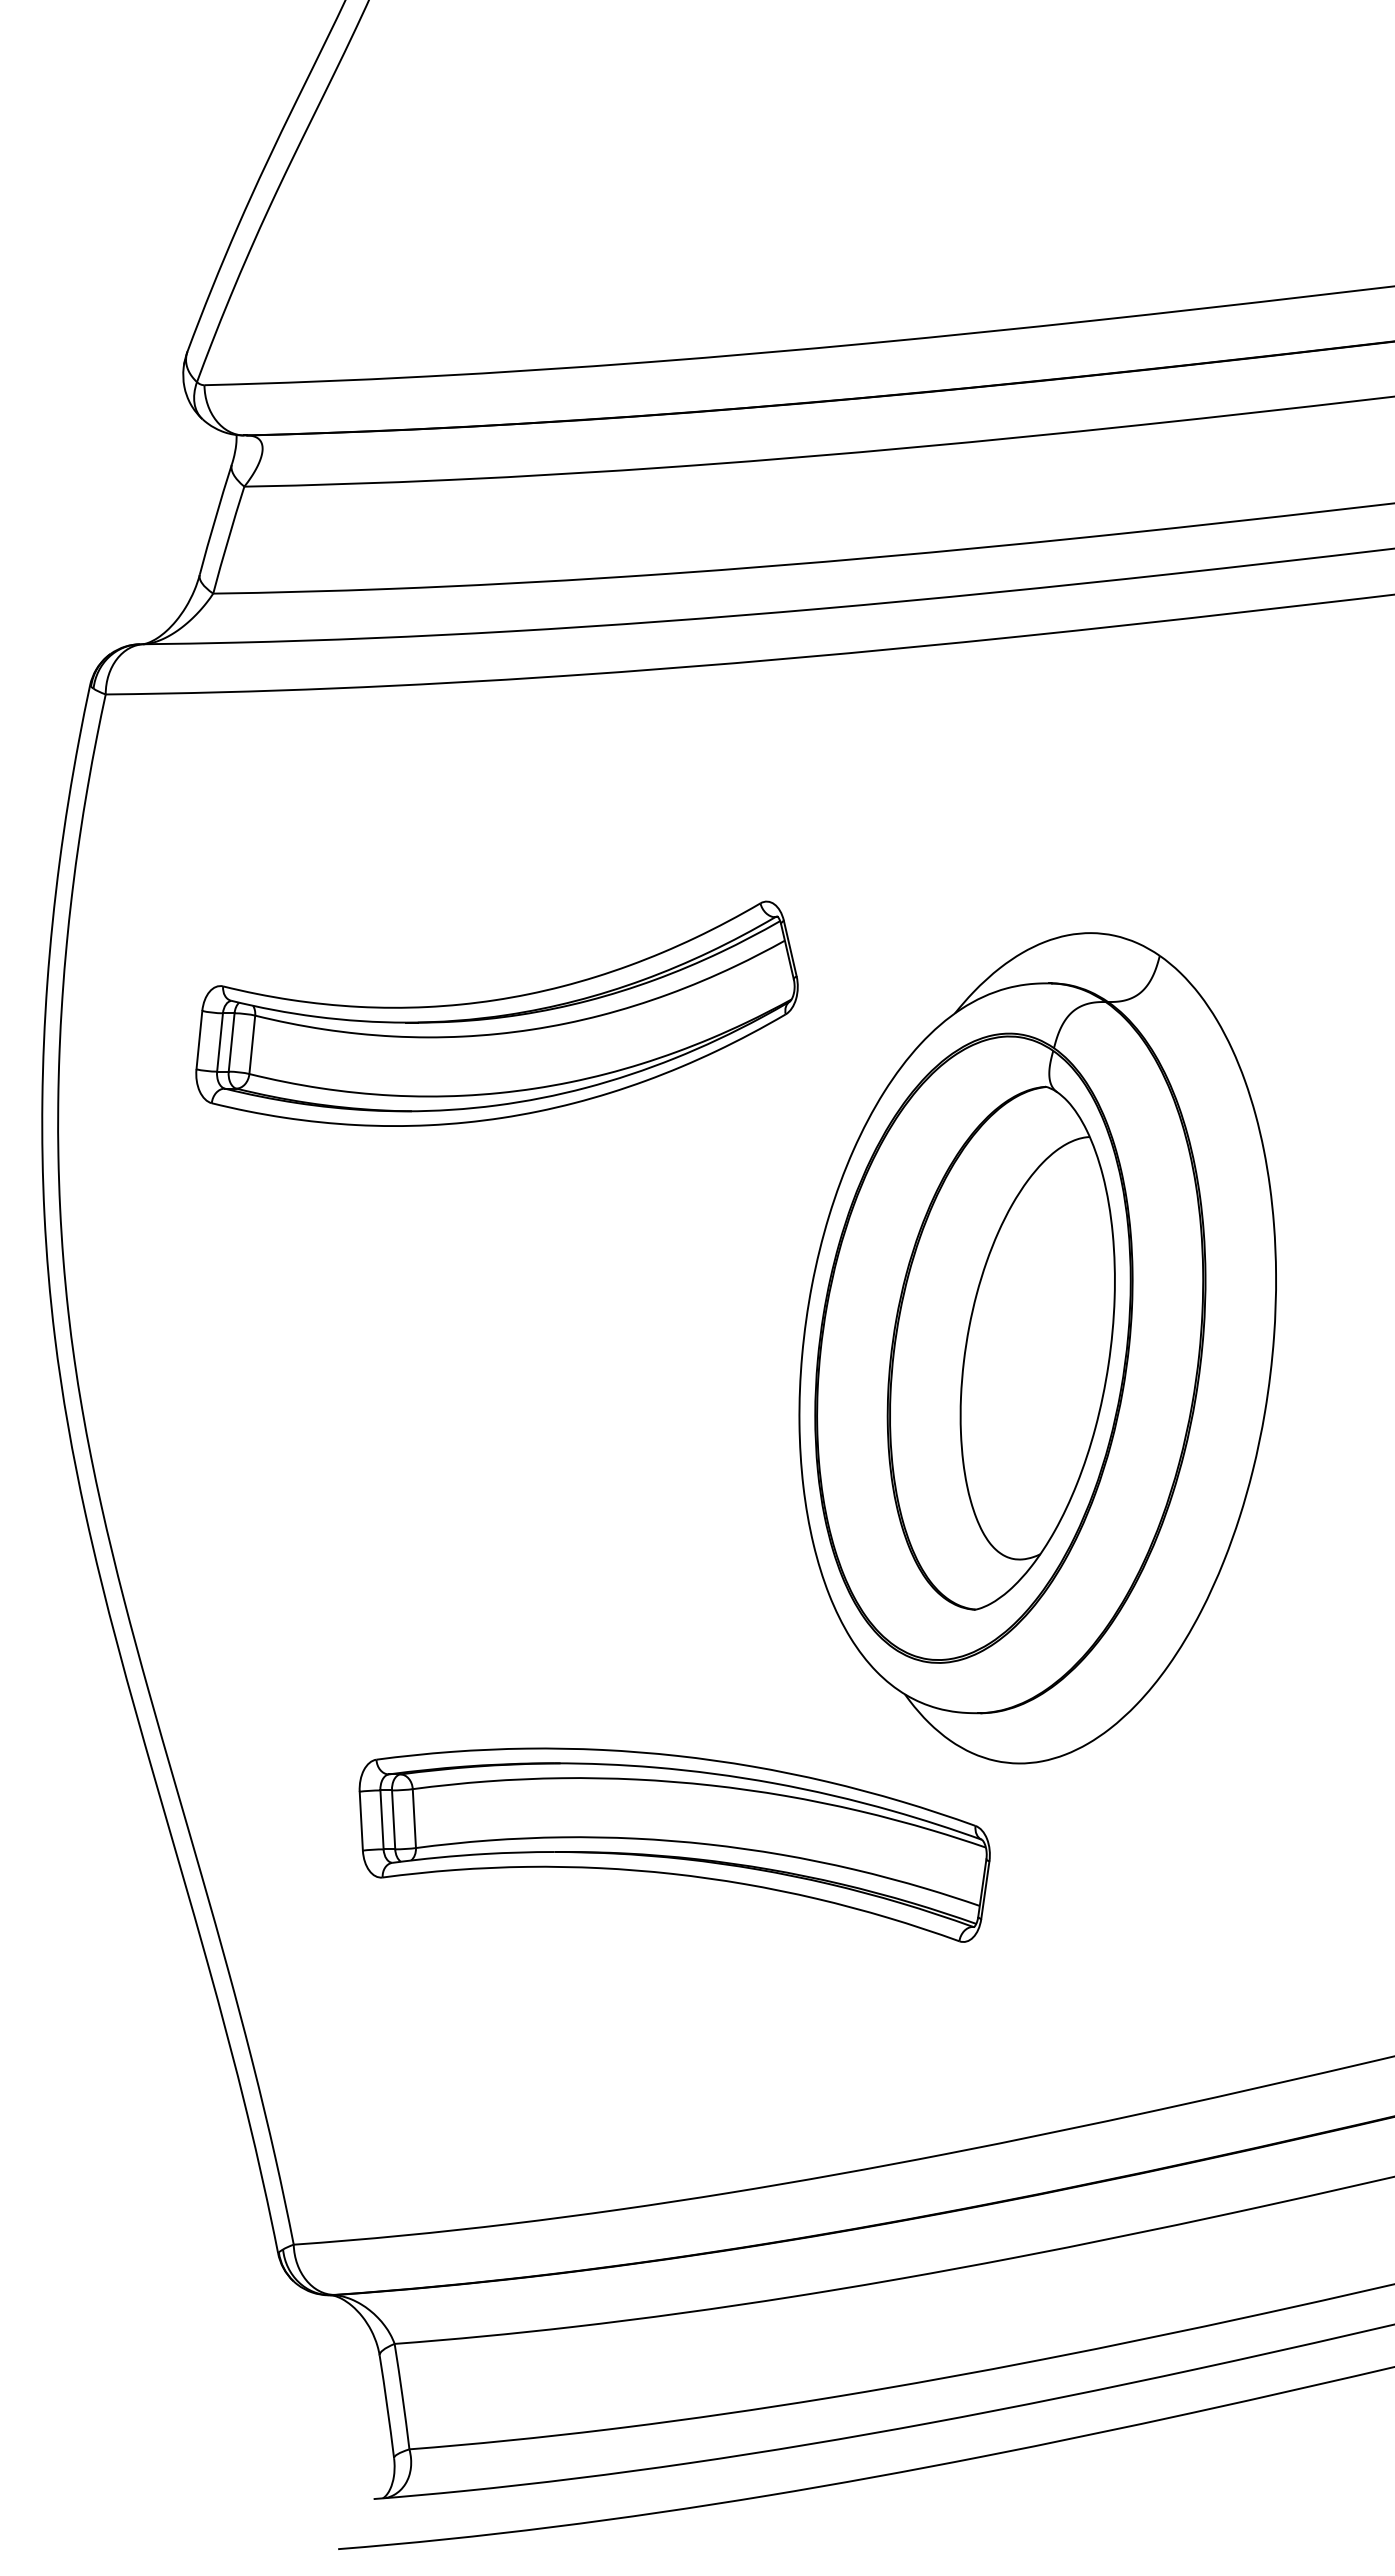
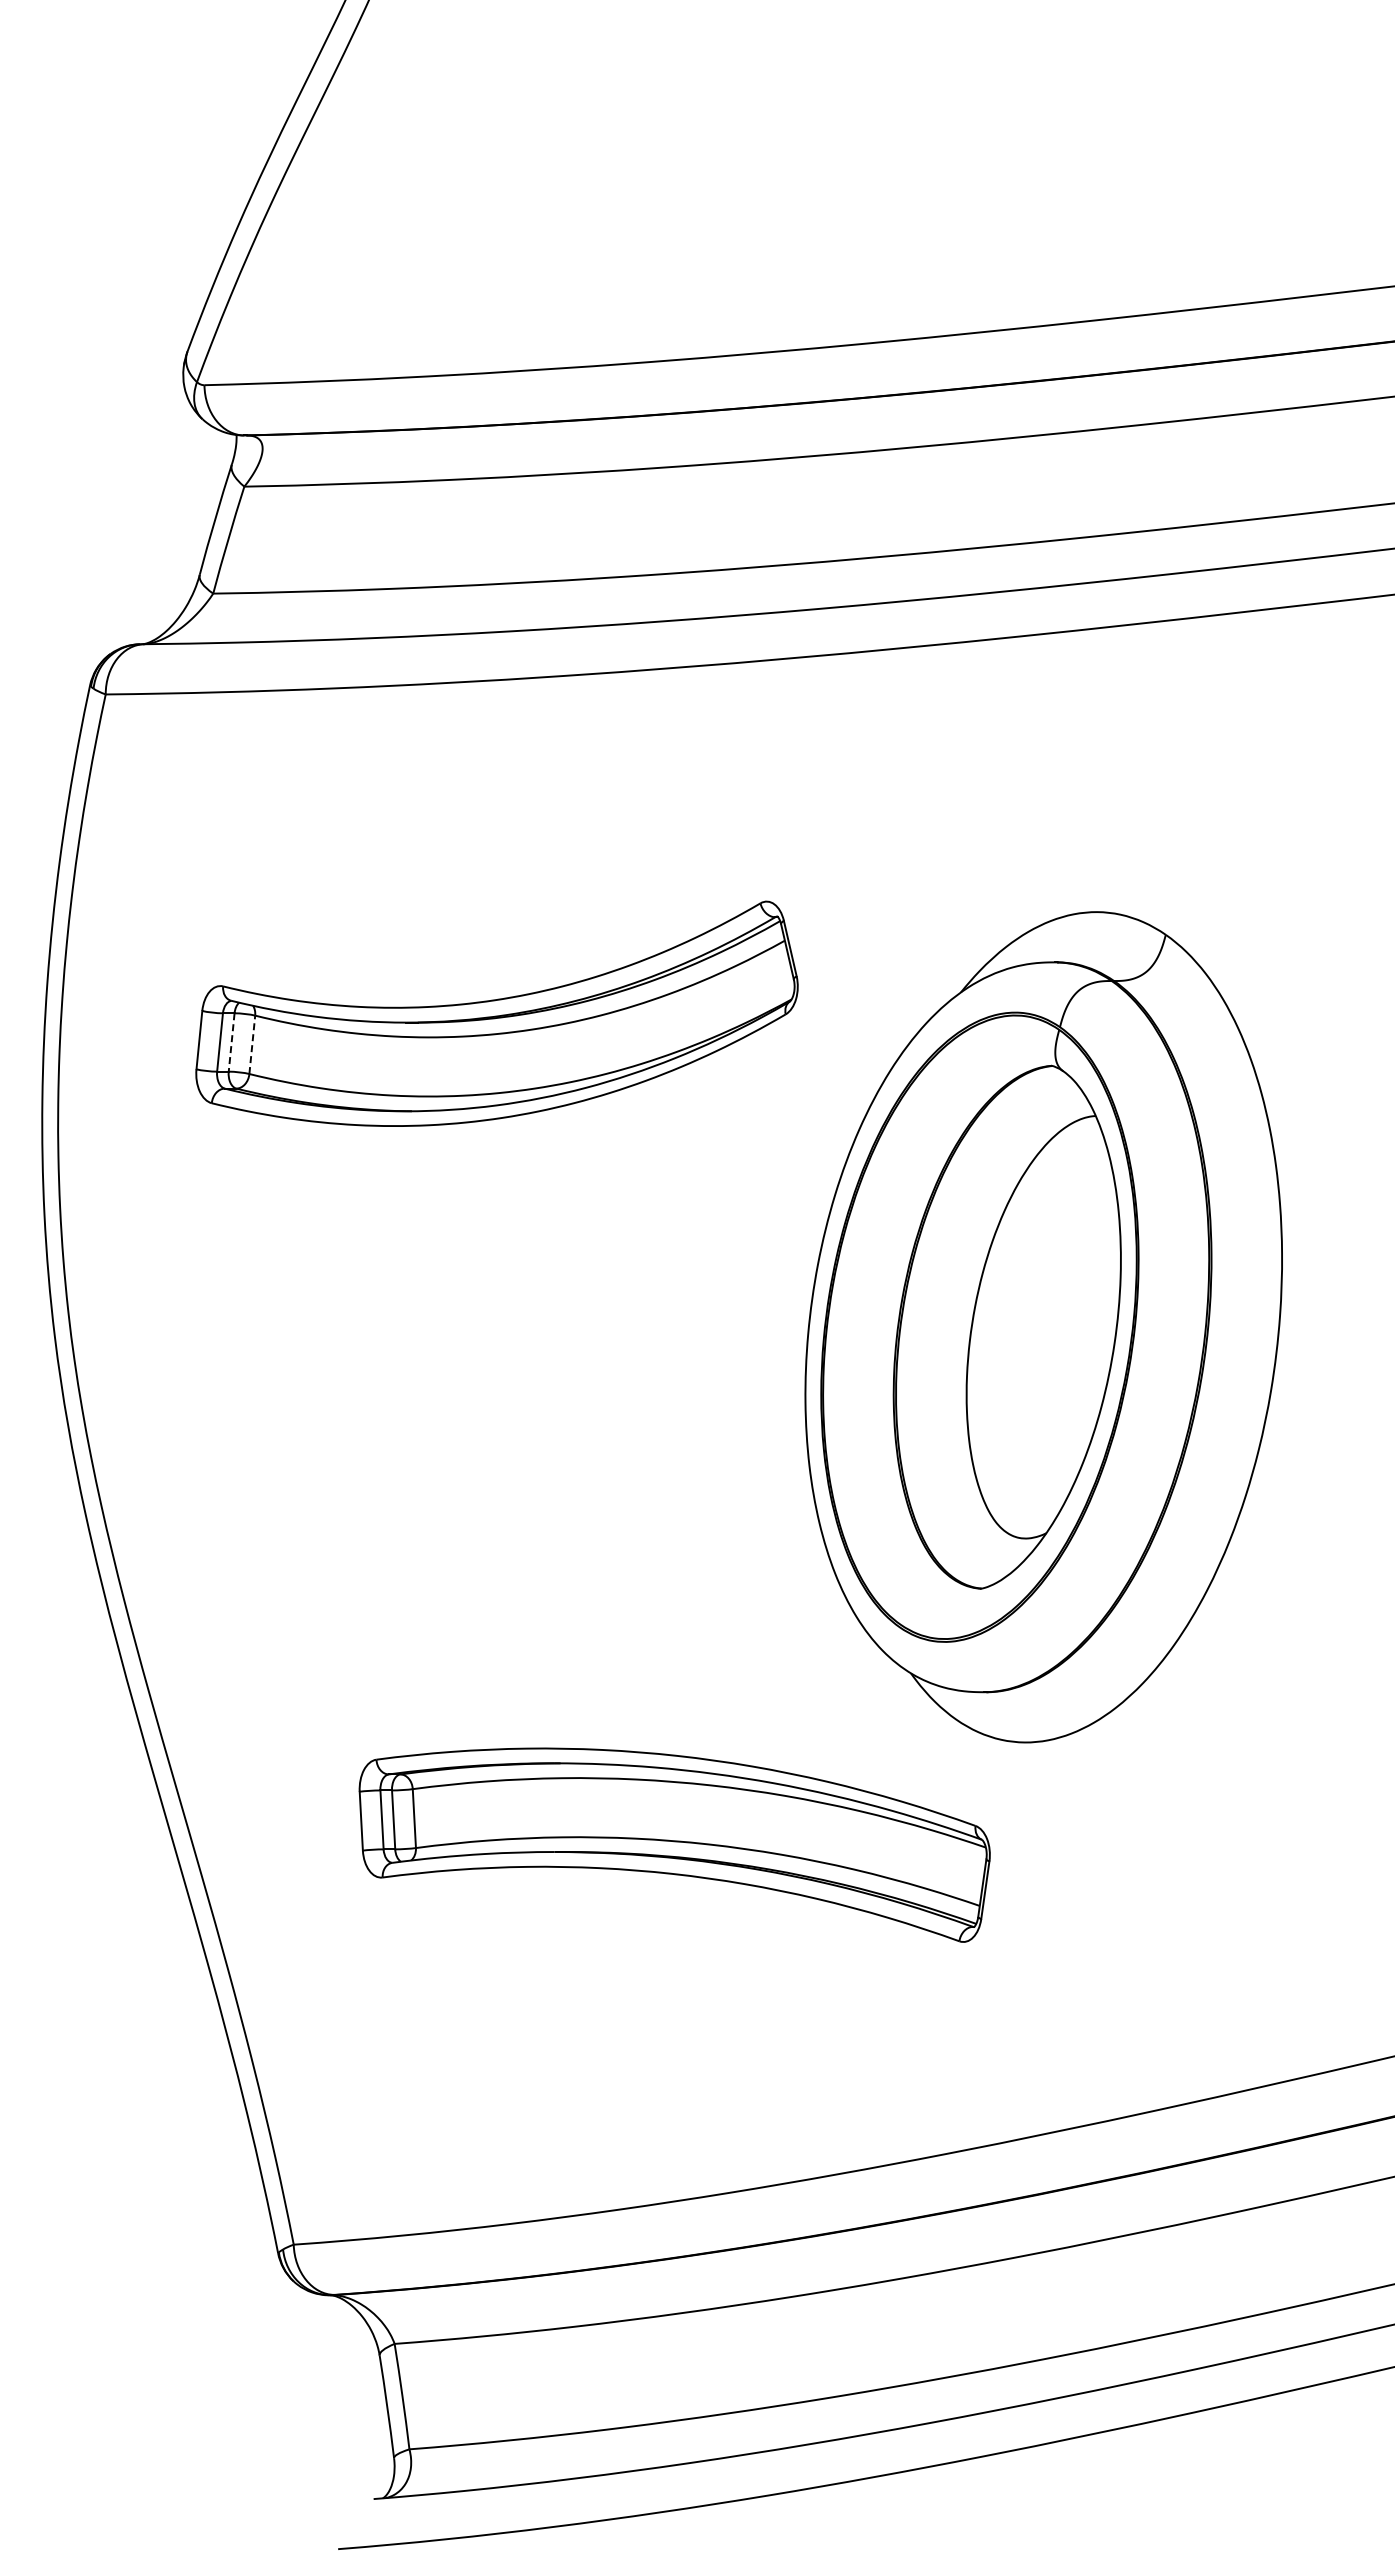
line at (231, 1042): solid -> dashed
line at (252, 1044): solid -> dashed
part at (1037, 1348) position: (1037, 1348) -> (1043, 1327)
